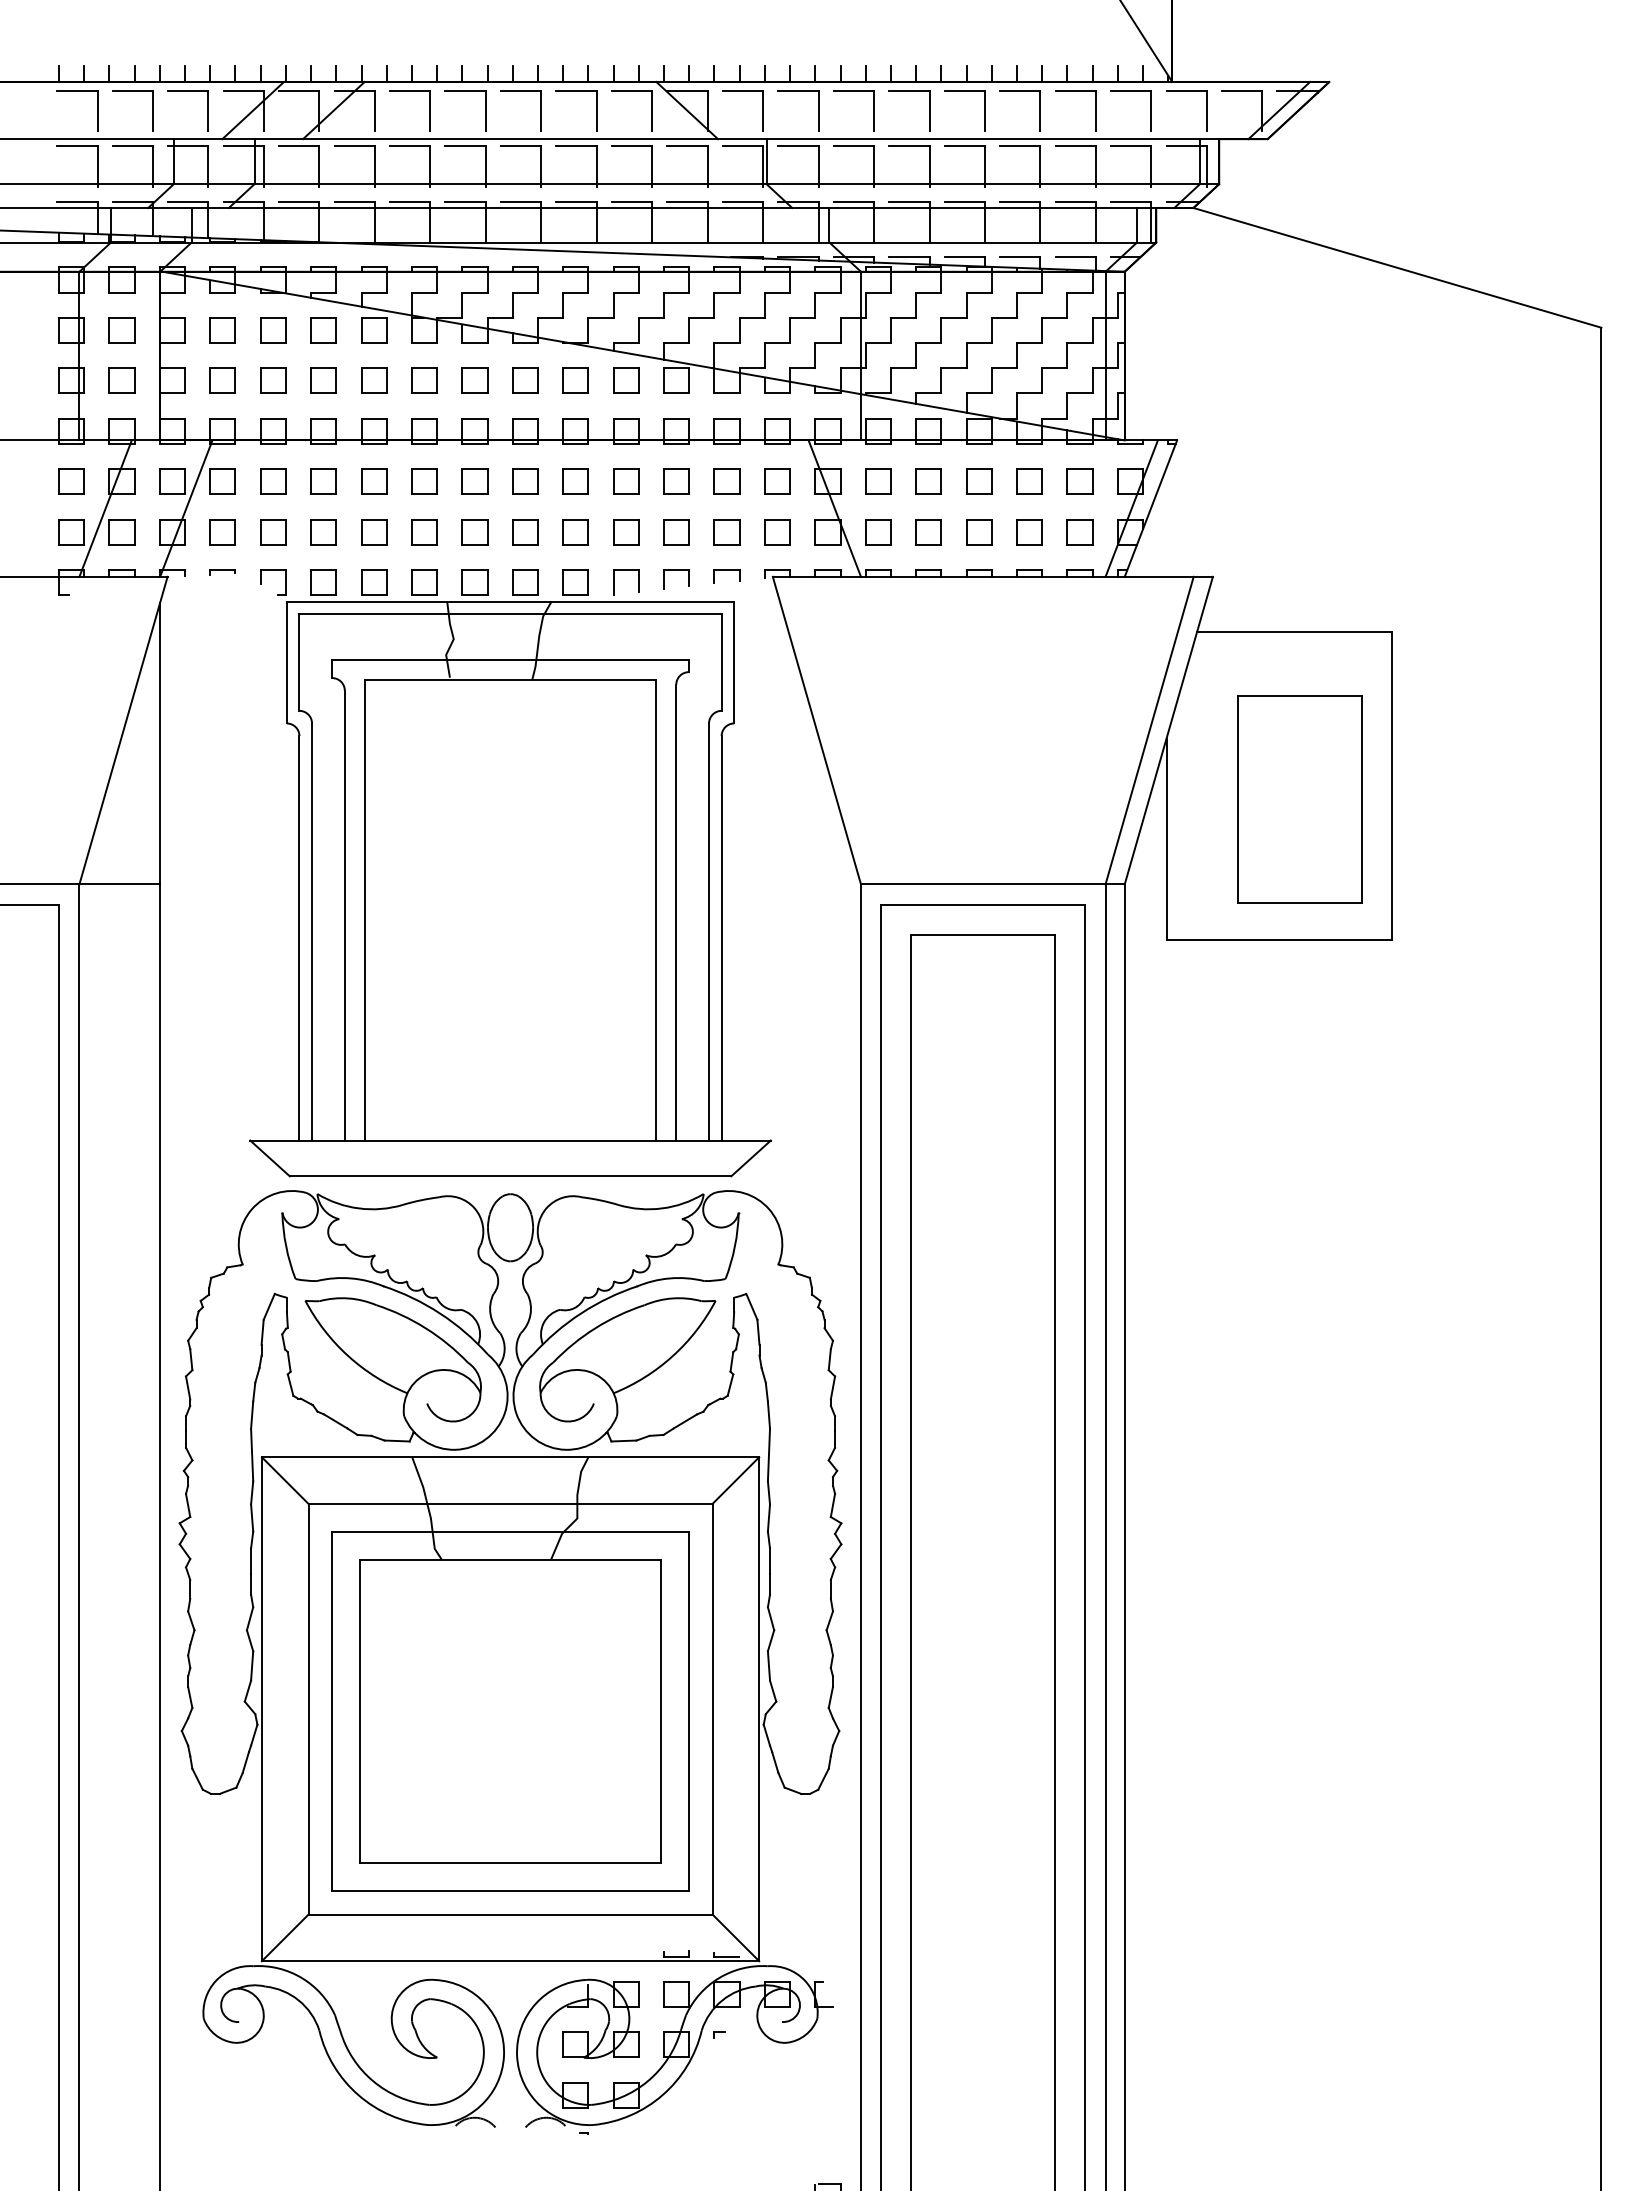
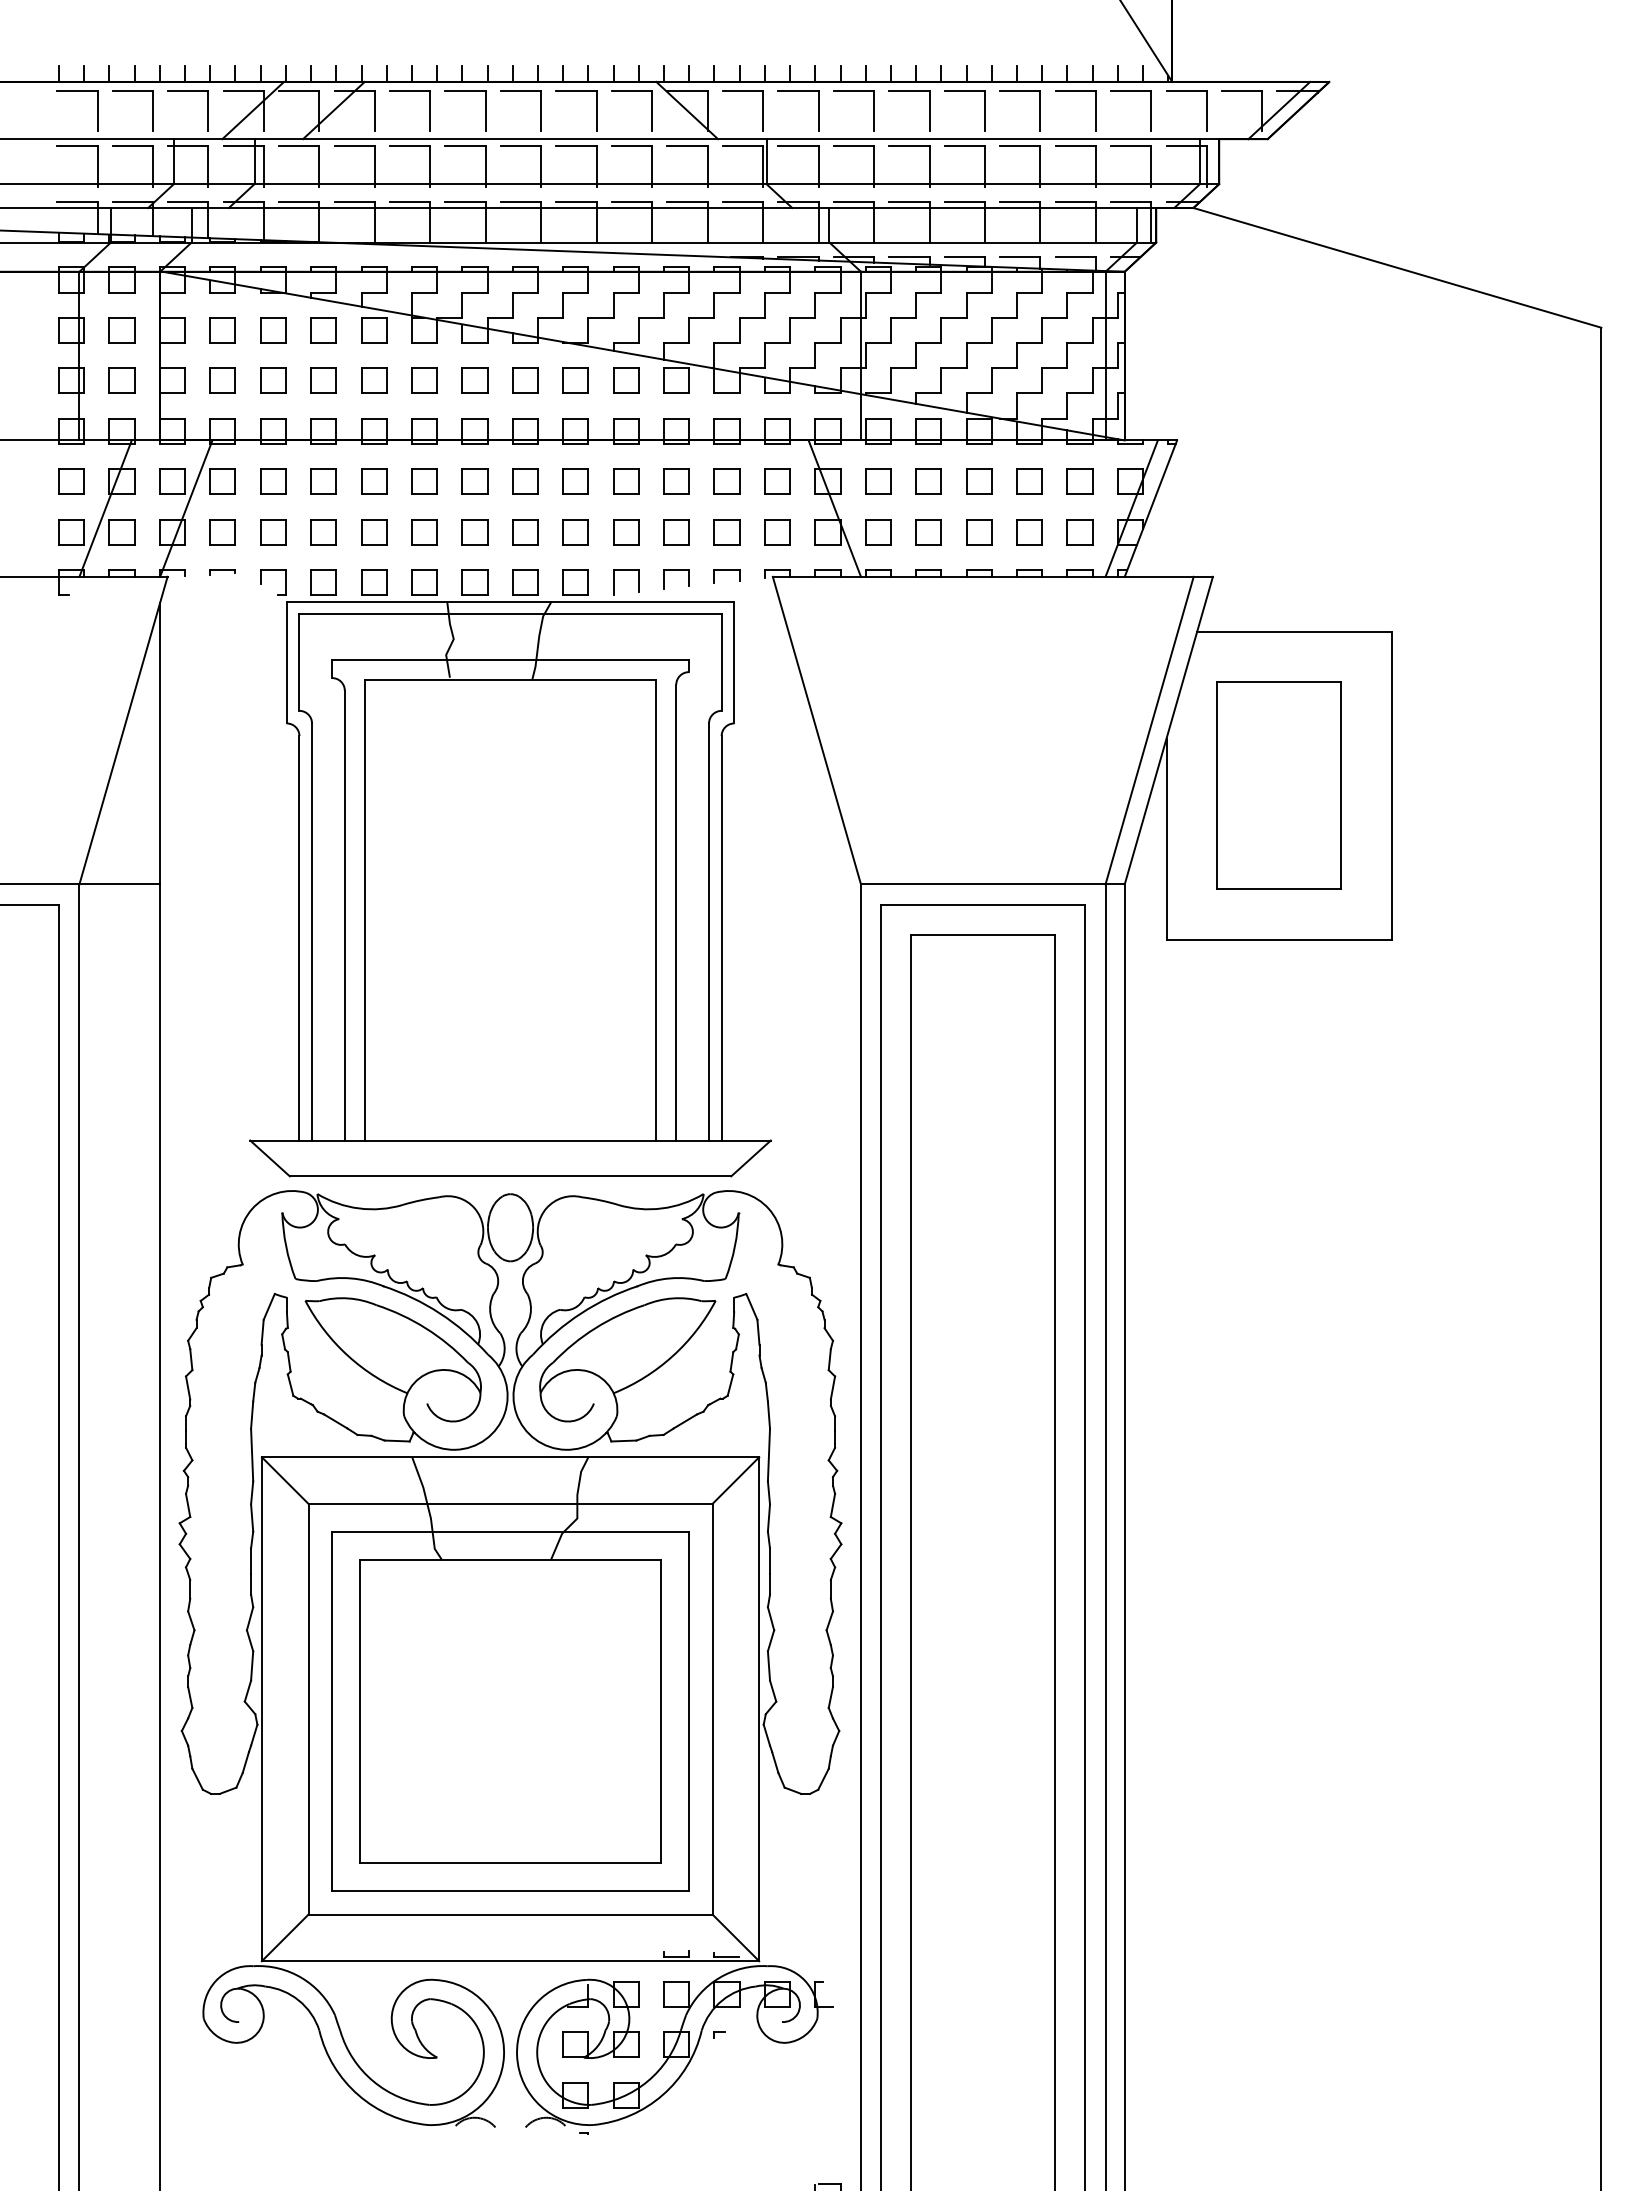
part at (1299, 799) position: (1299, 799) -> (1278, 785)
